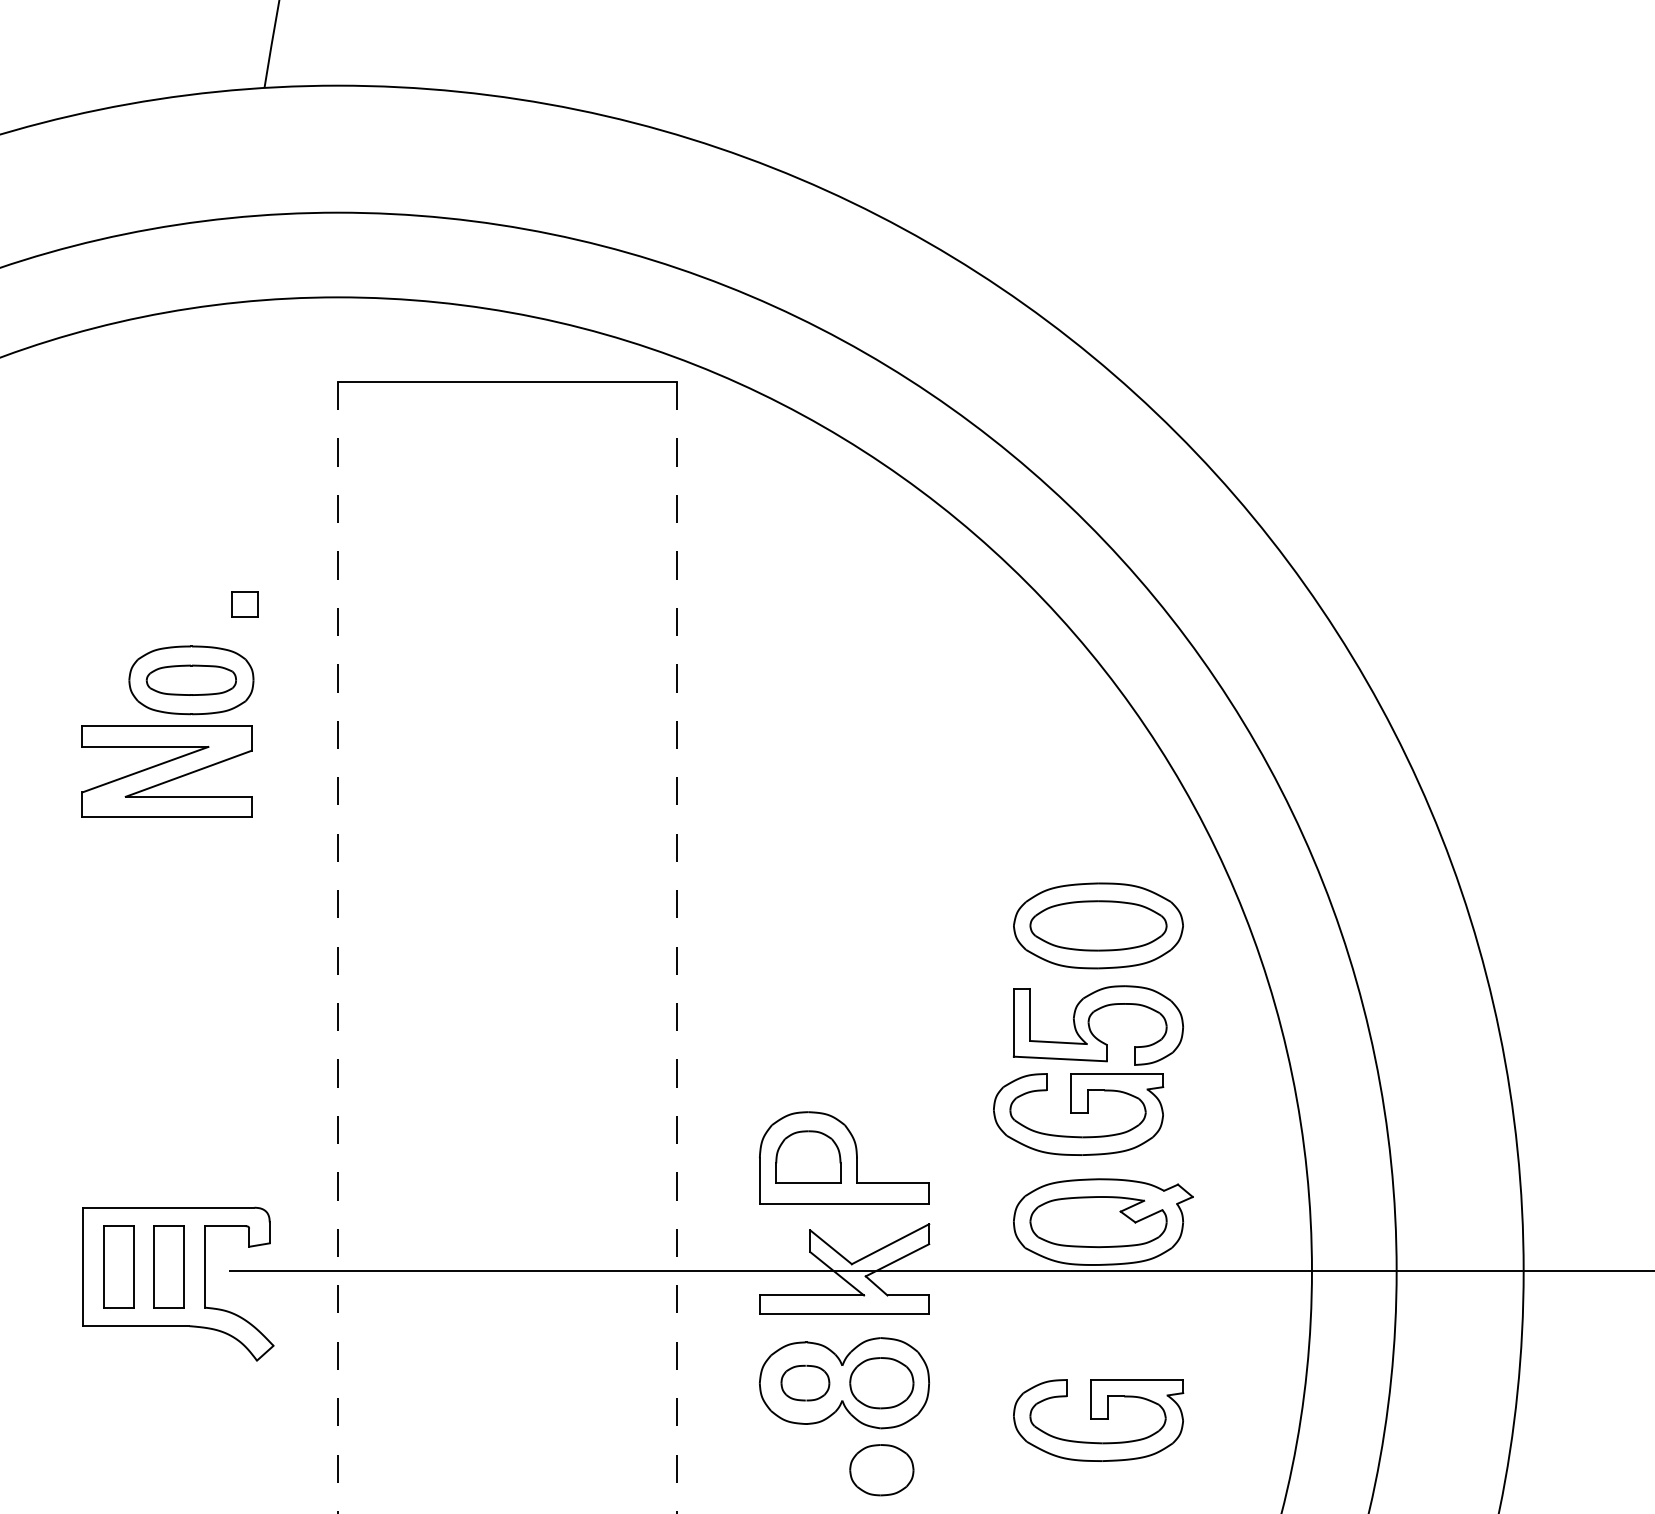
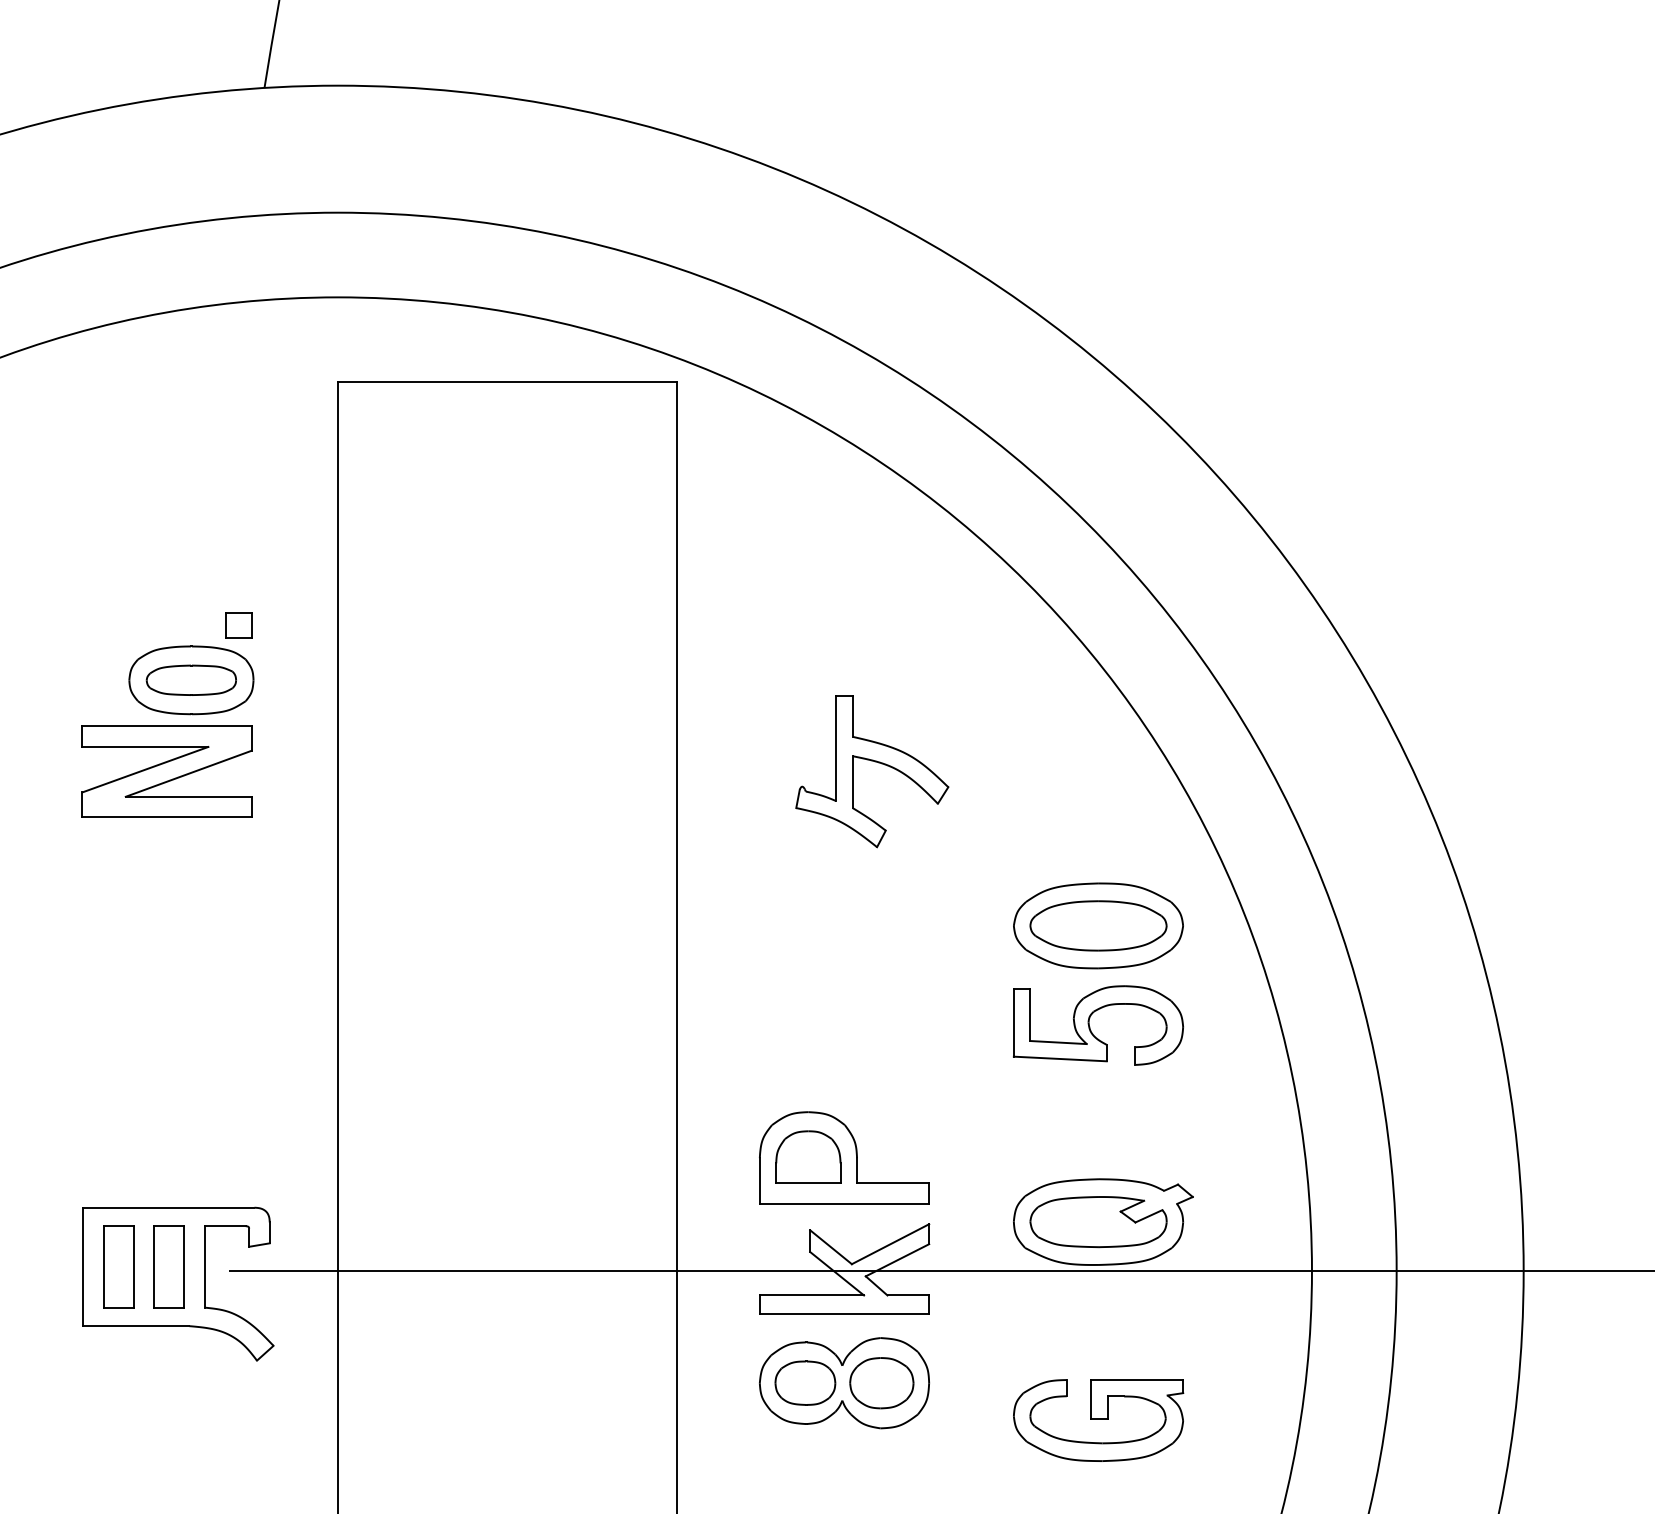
part at (244, 604) position: (244, 604) -> (238, 625)
part at (875, 762): none -> present
line at (338, 947): dashed -> solid
line at (676, 947): dashed -> solid
part at (1078, 1114): present -> none
part at (805, 1382) size: 51x38 px -> 63x46 px
part at (881, 1470): present -> none
